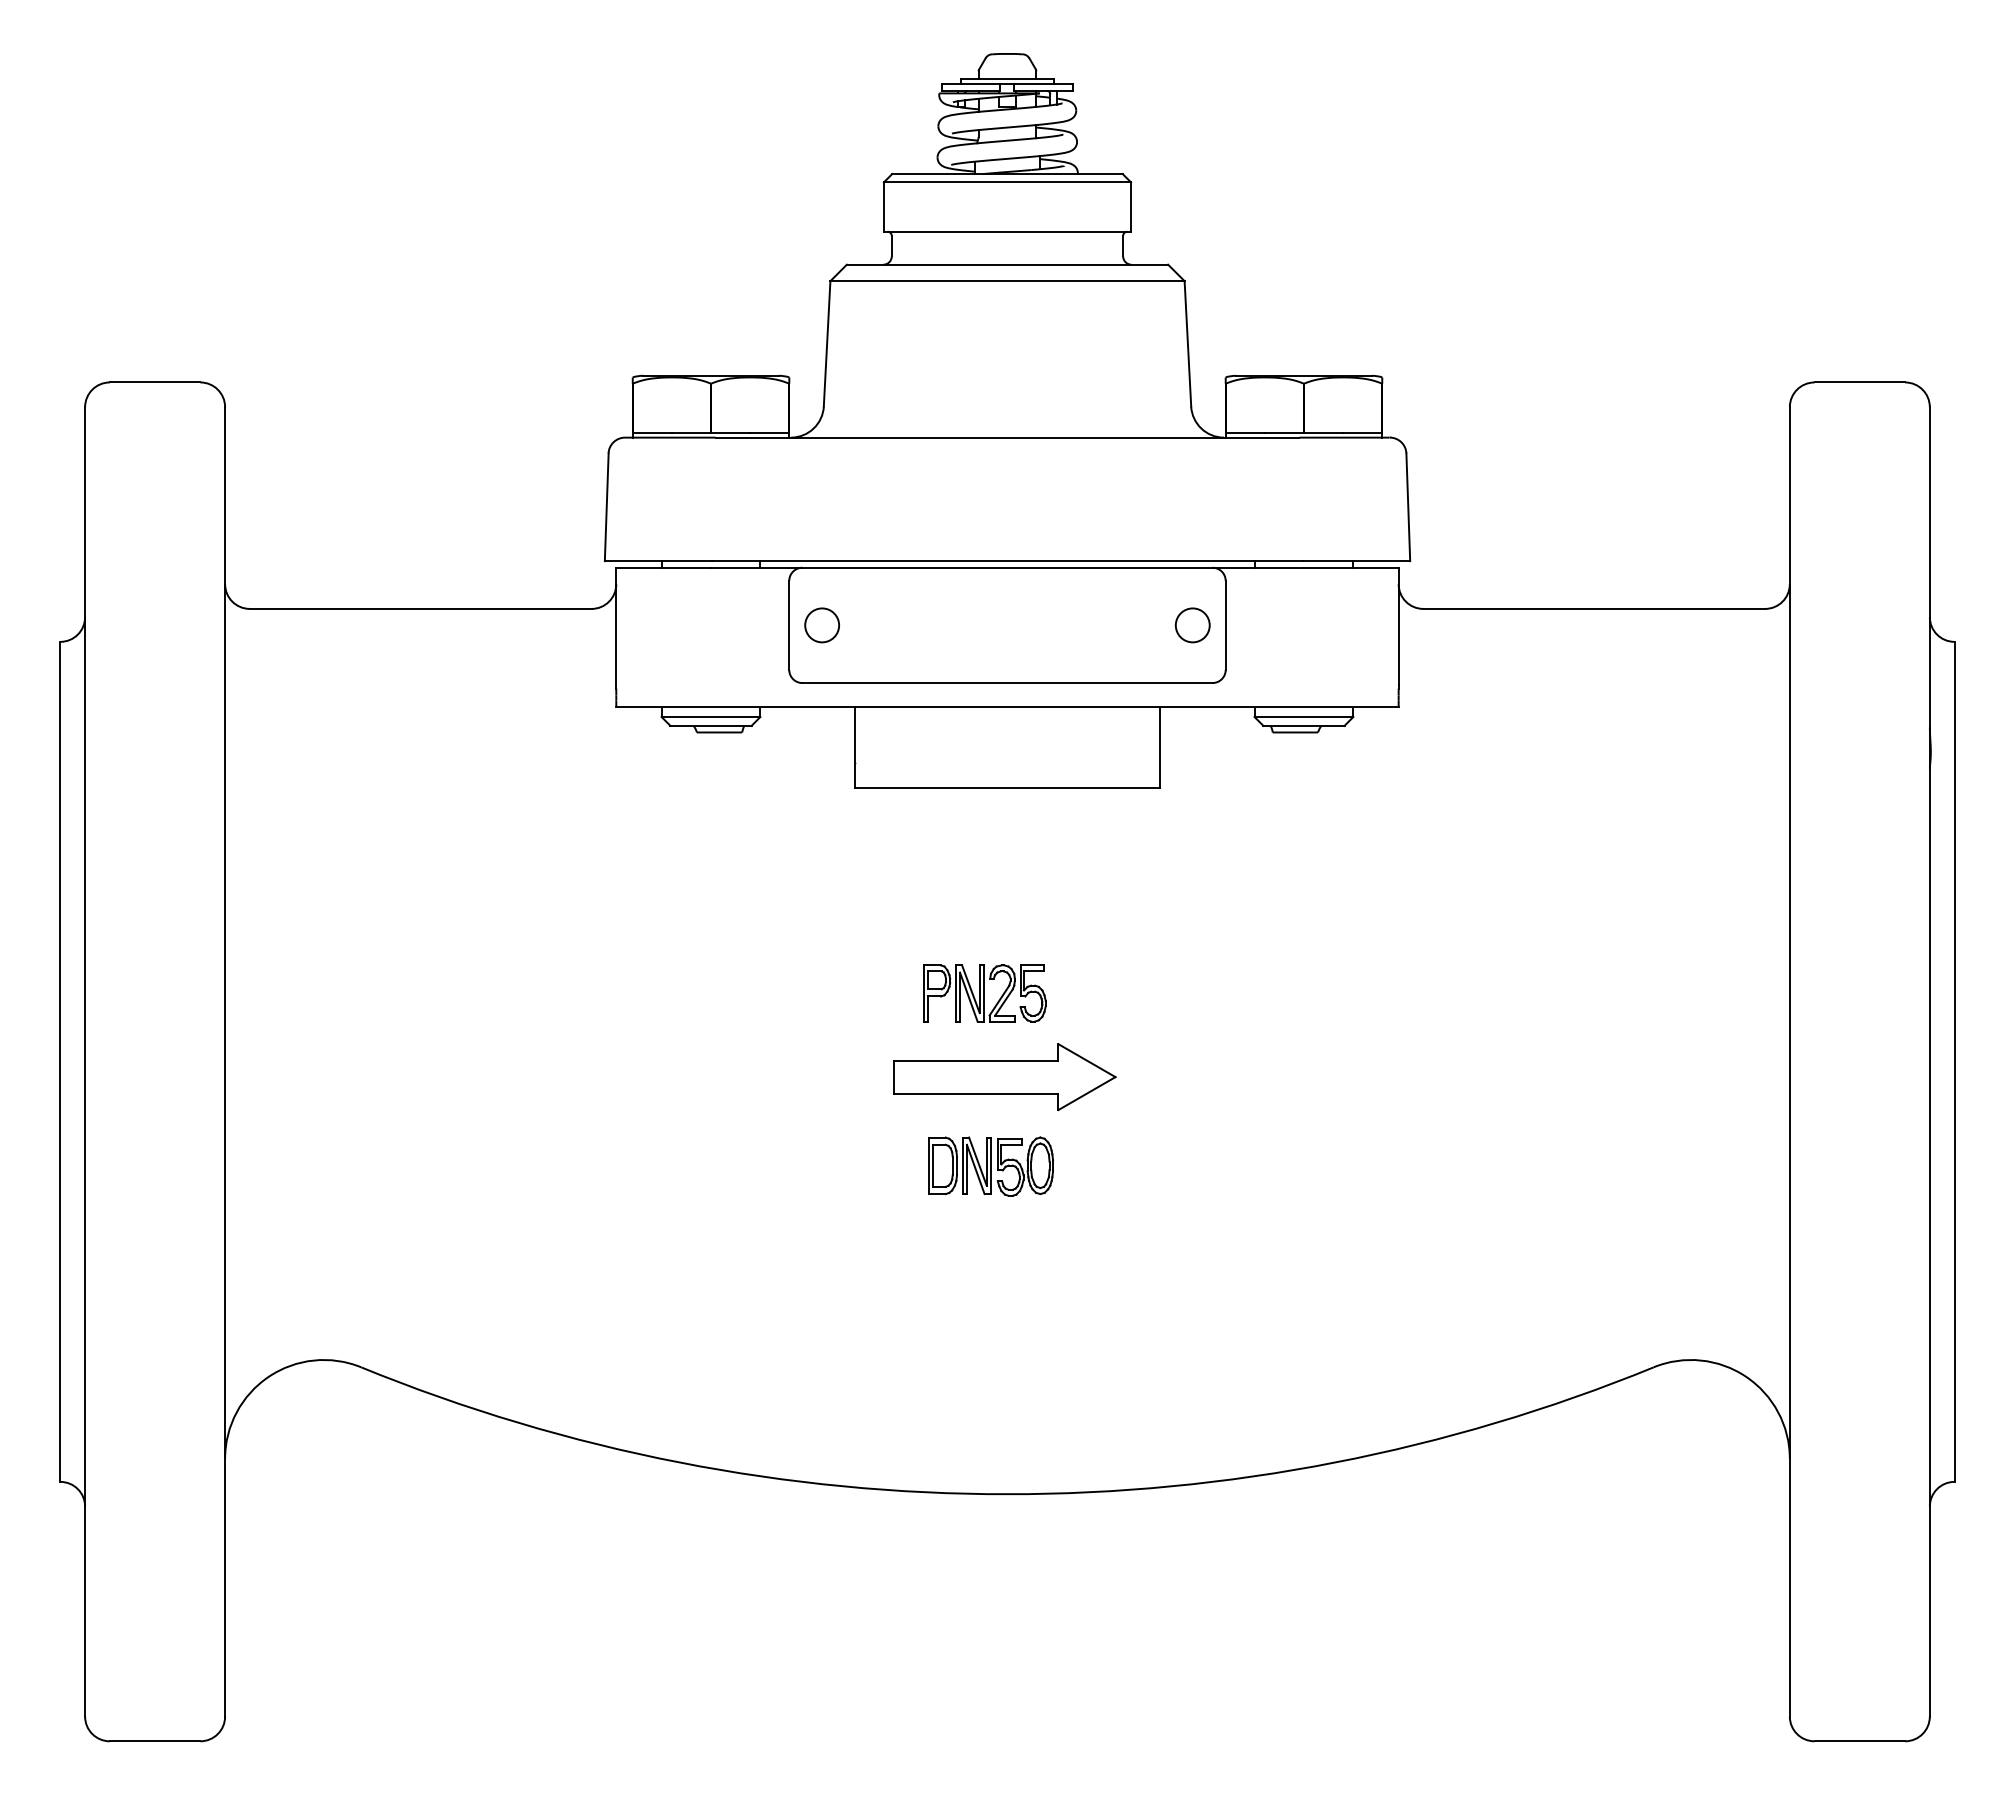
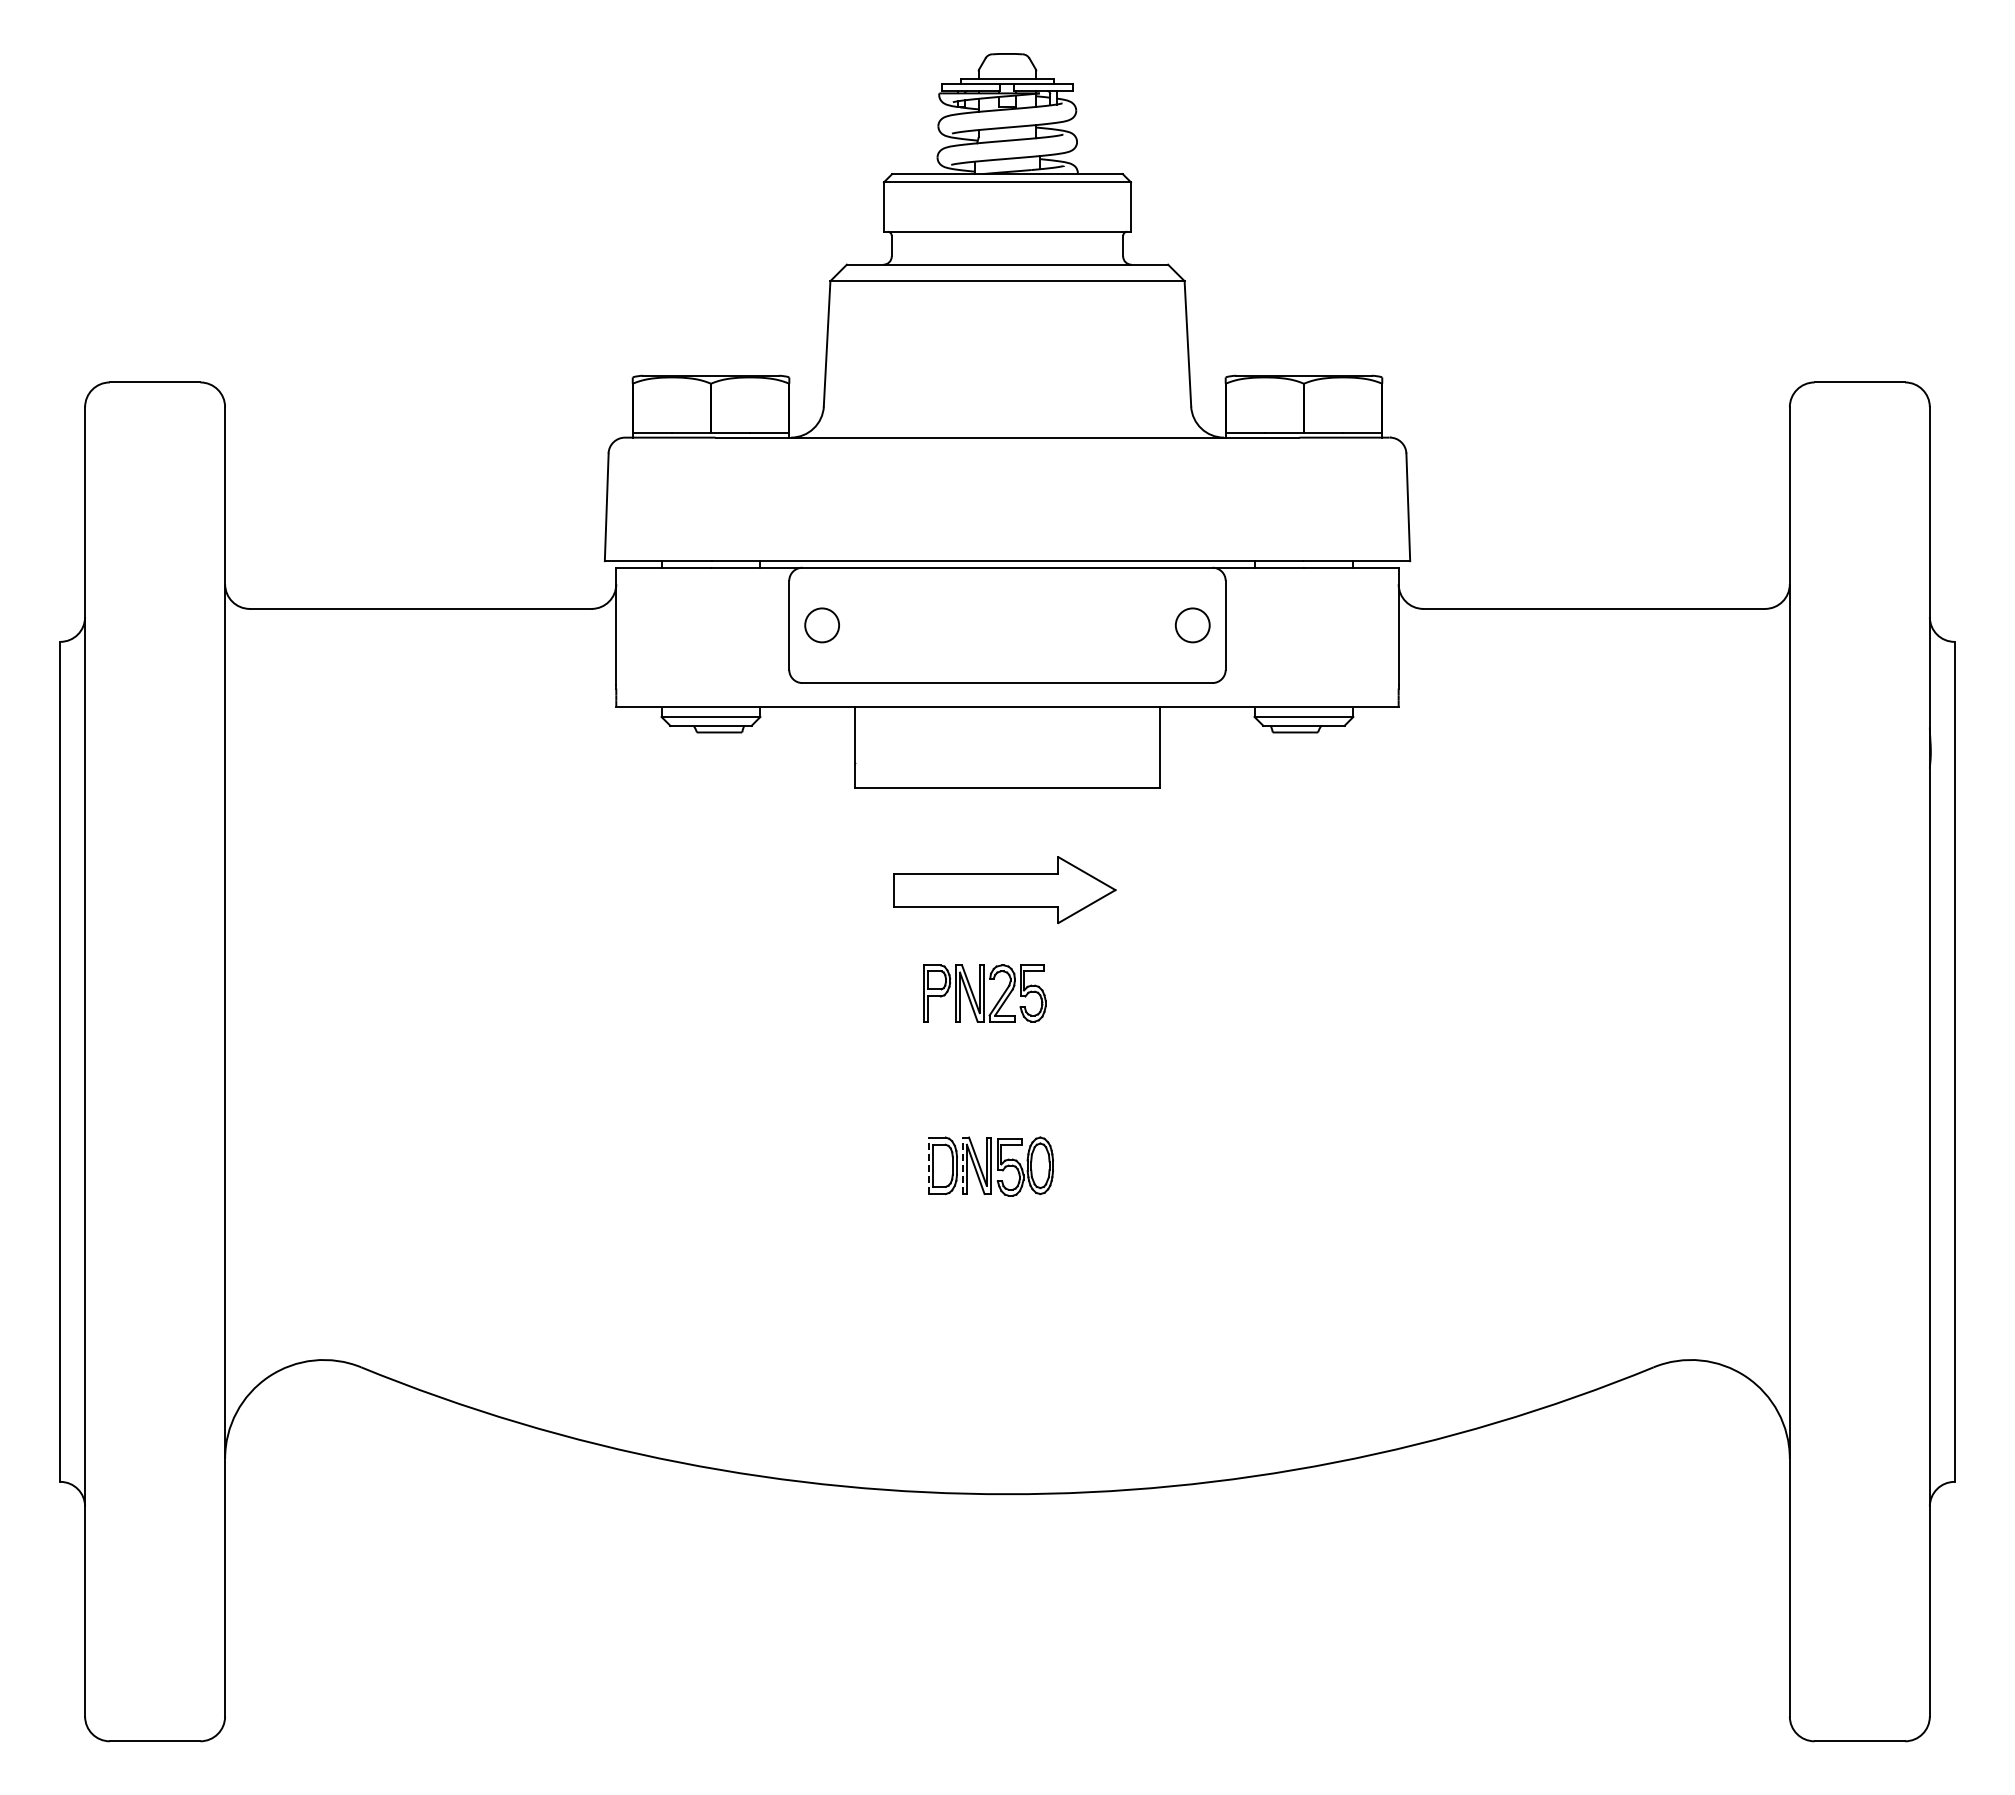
part at (1004, 1077) position: (1004, 1077) -> (1004, 890)
line at (928, 1165): solid -> dashed
line at (962, 1165): solid -> dashed
